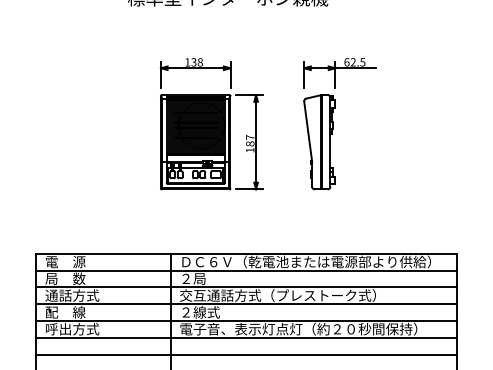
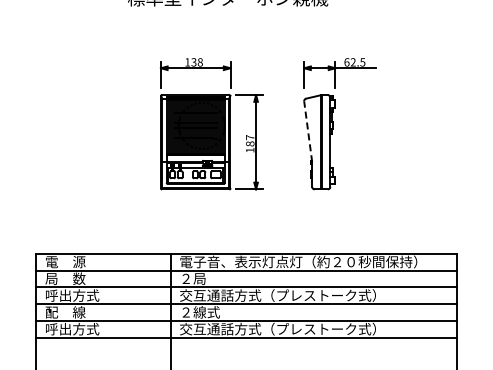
line at (308, 131): solid -> dashed
text at (305, 261): ＤＣ６Ｖ（乾電池または電源部より供給） -> 電子音、表示灯点灯（約２０秒間保持）
text at (58, 295): 通話方式 -> 呼出方式
text at (298, 328): 電子音、表示灯点灯（約２０秒間保持） -> 交互通話方式（プレストーク式）
line at (246, 354): present -> none
